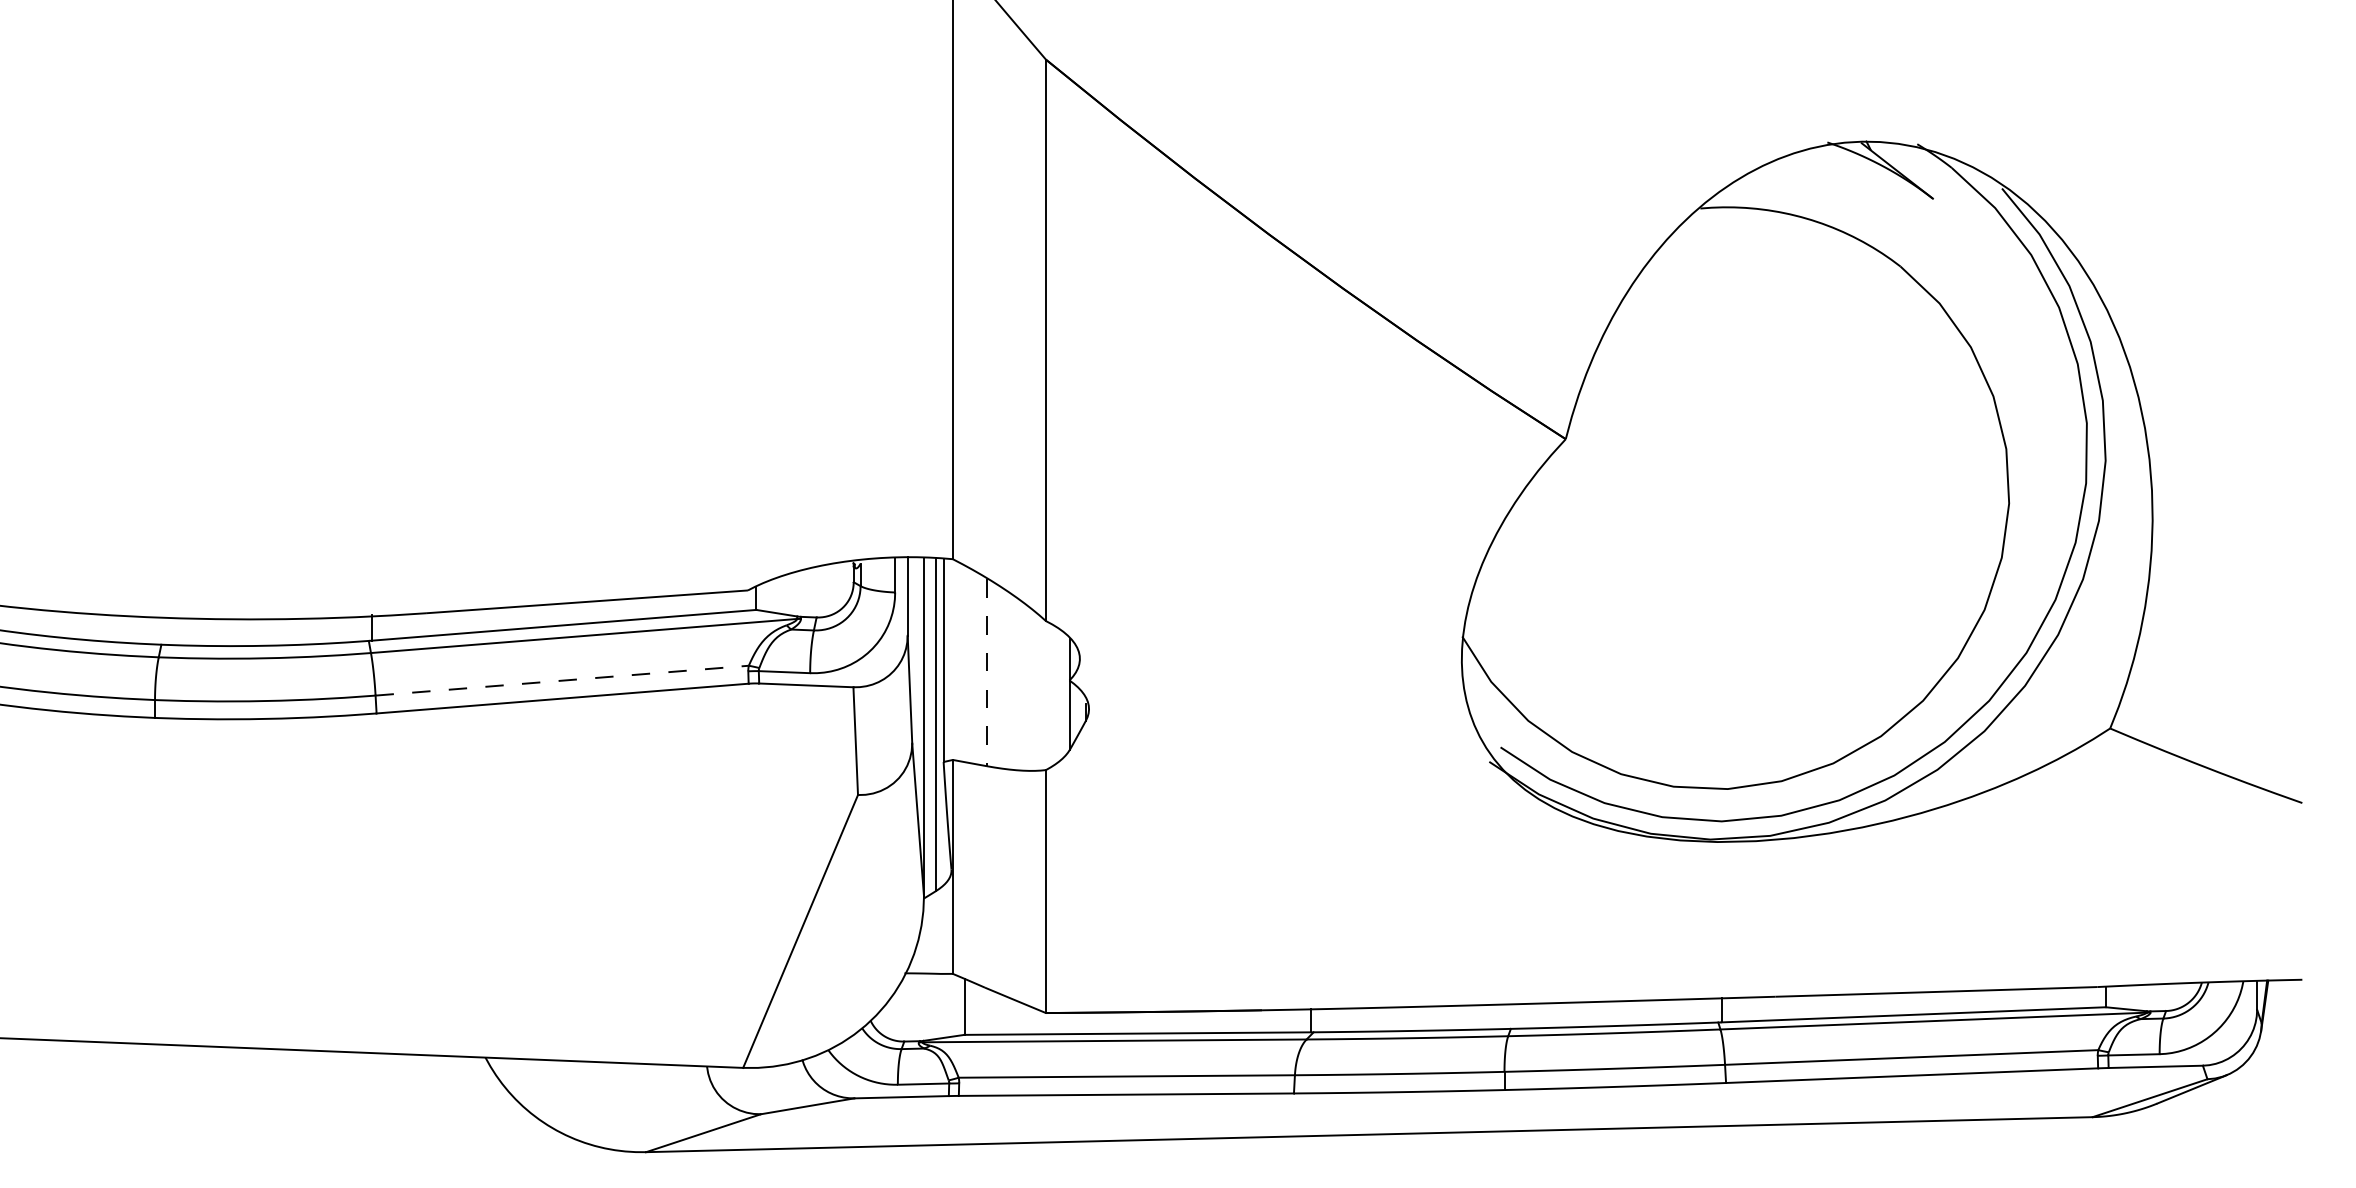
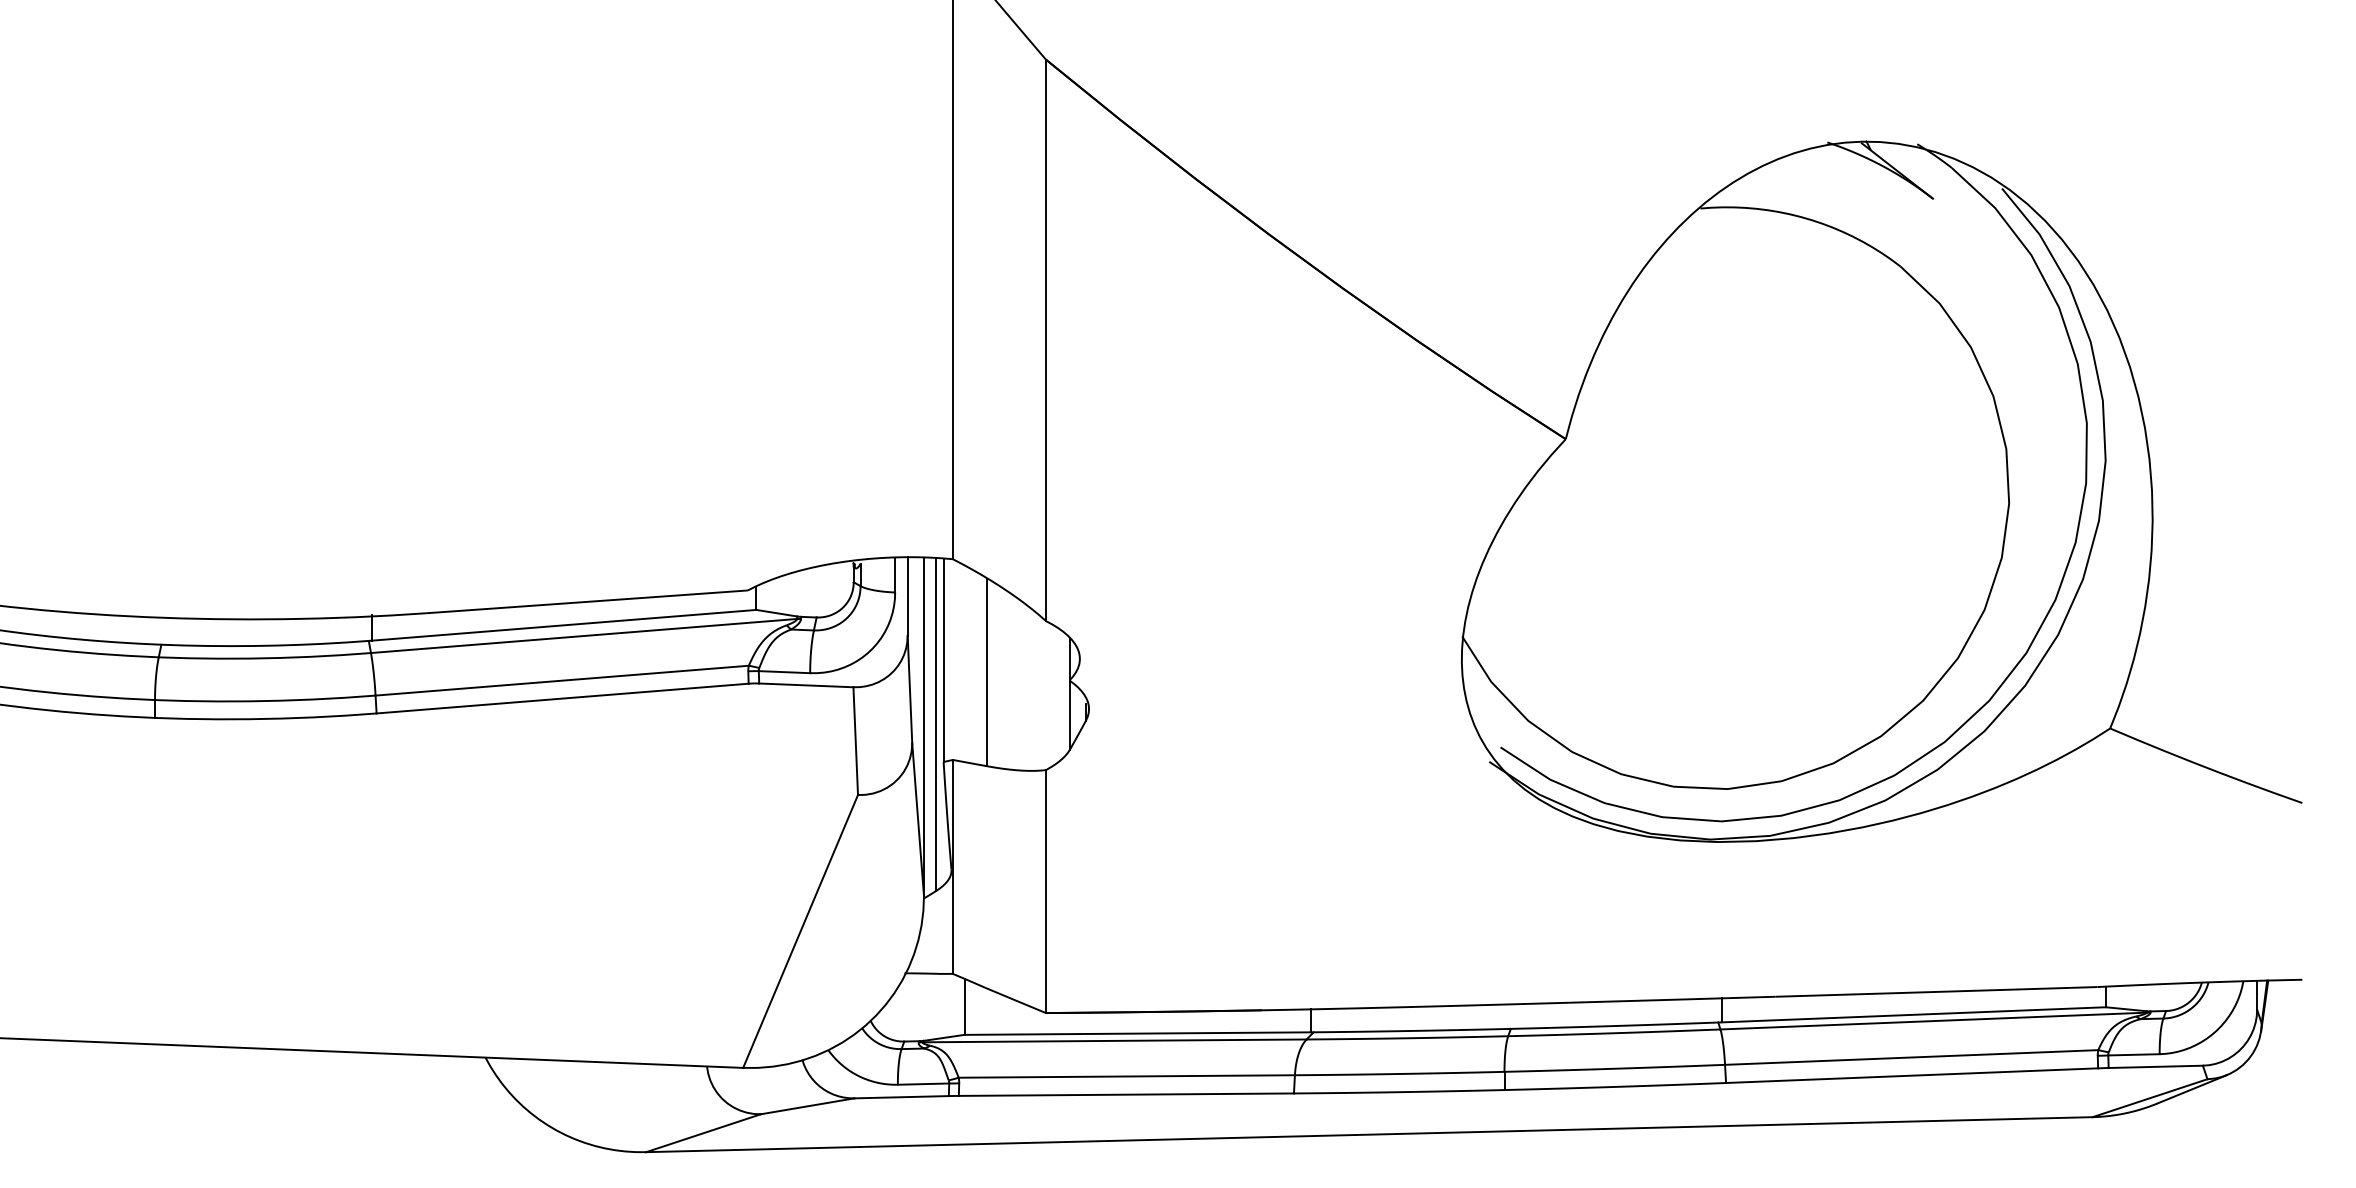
line at (987, 673): dashed -> solid
line at (562, 680): dashed -> solid
